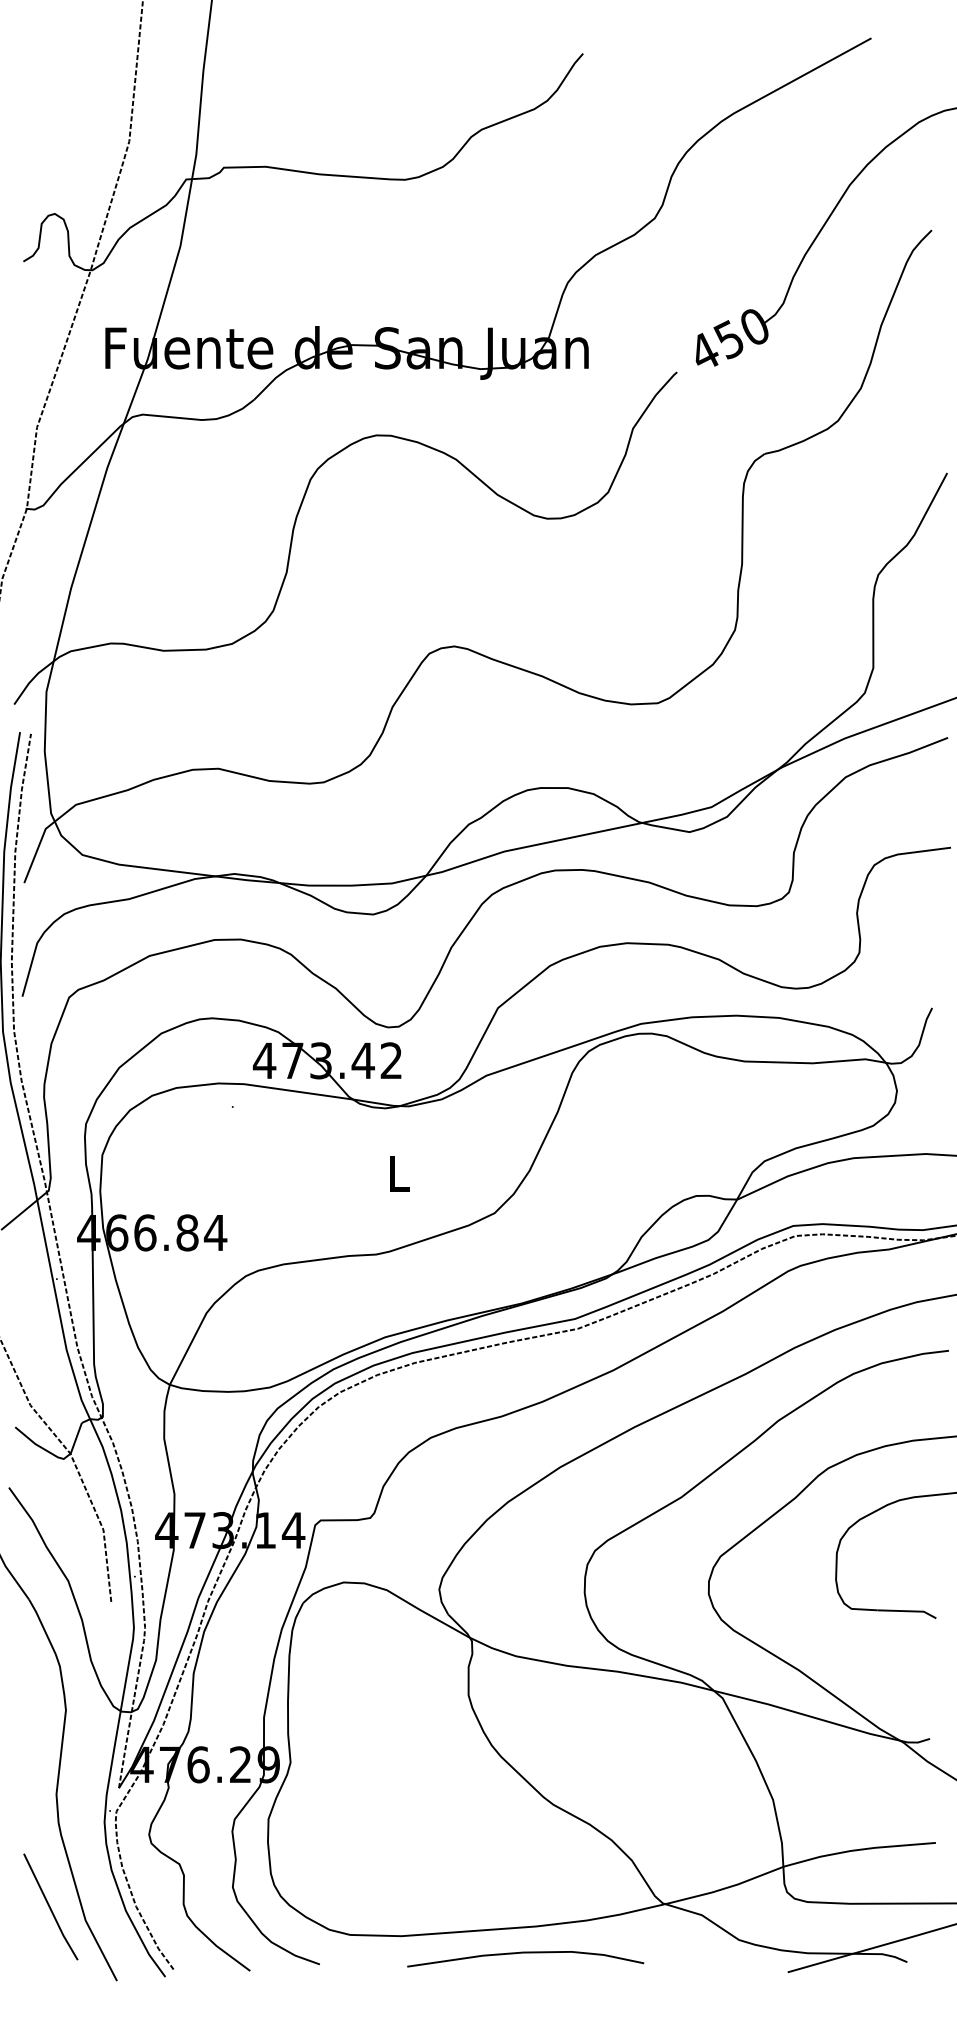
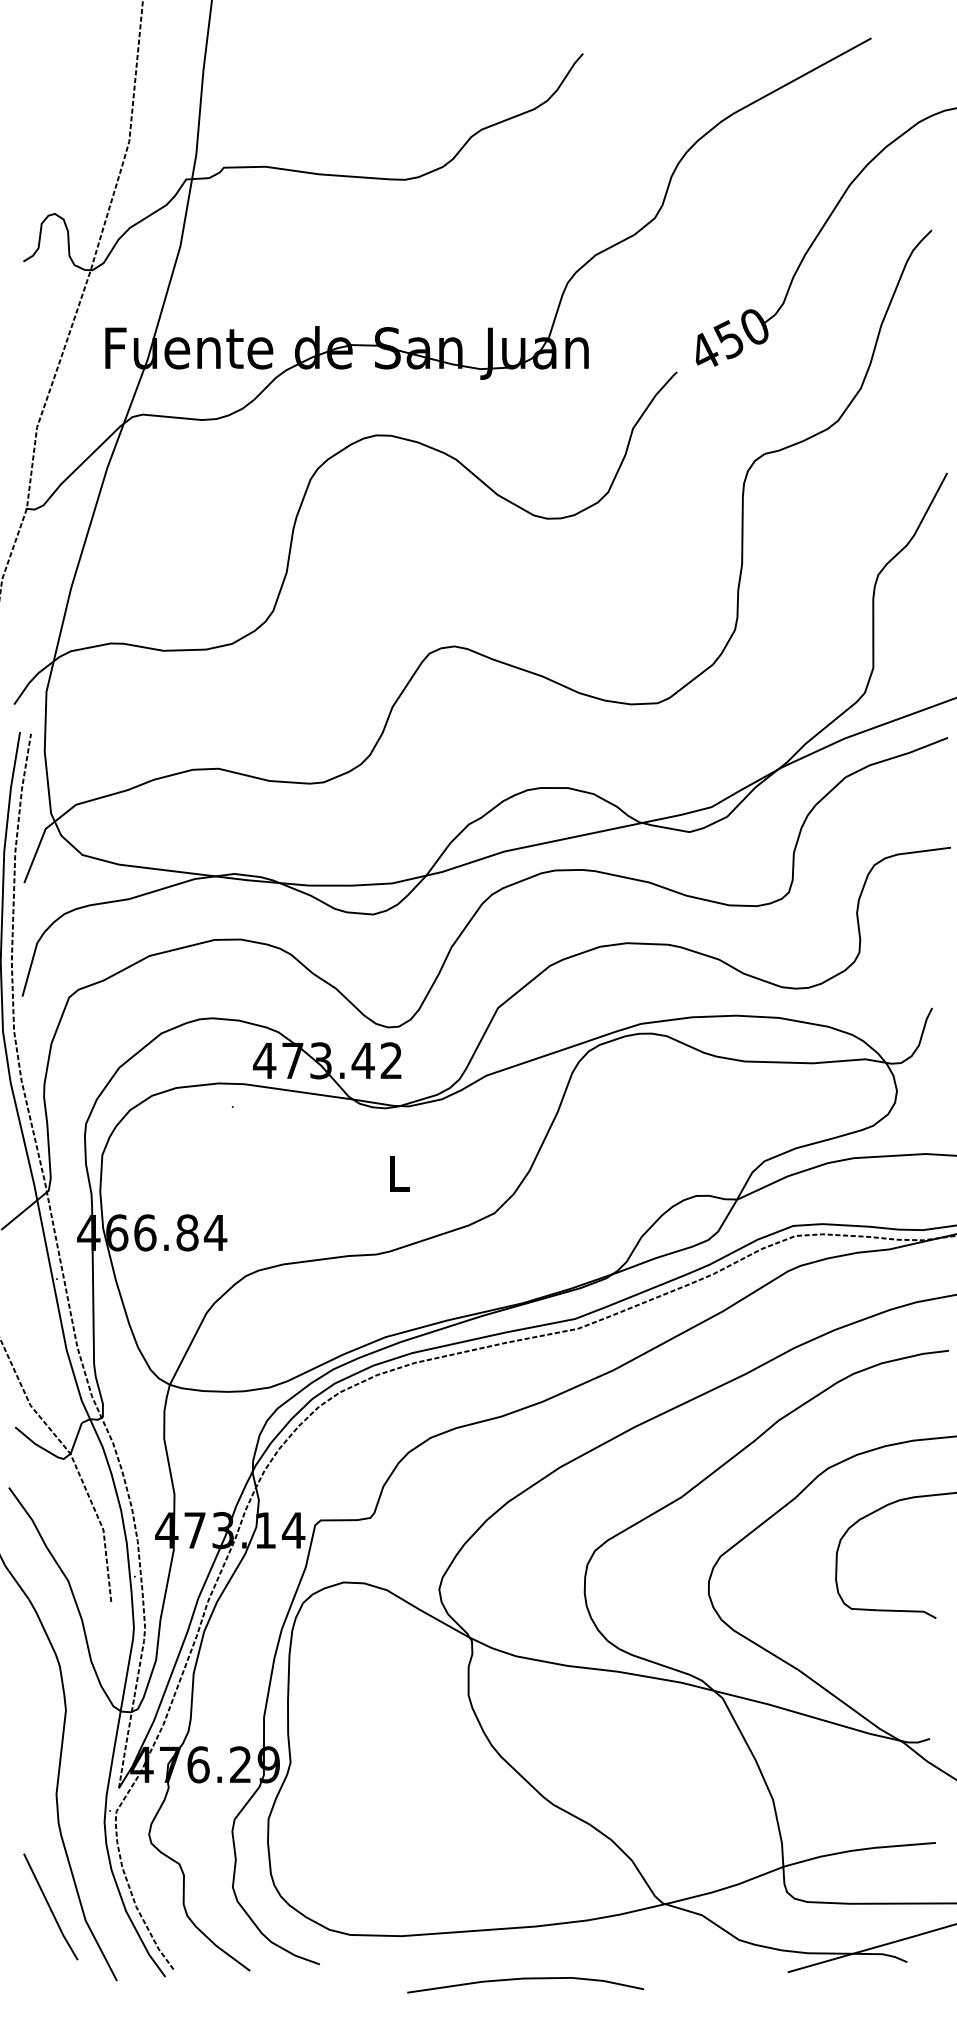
curve at (525, 1953) position: (525, 1953) -> (525, 1979)
